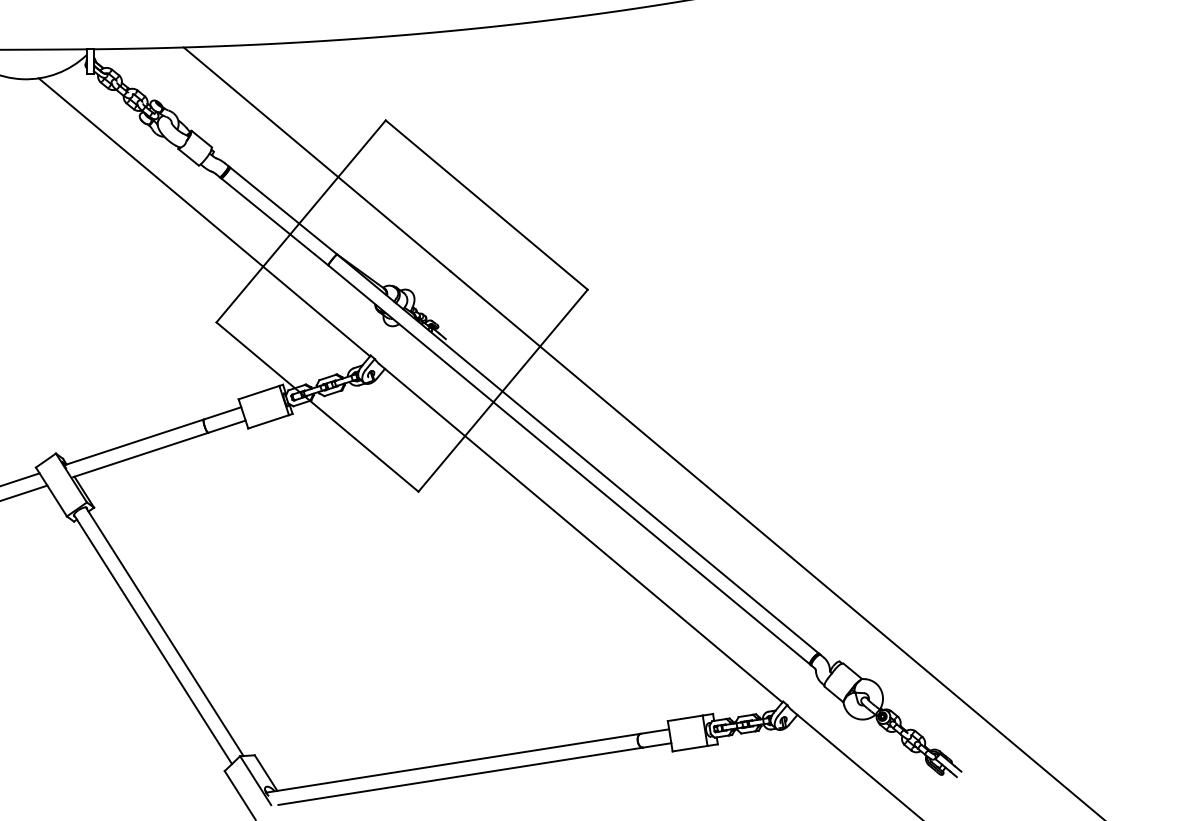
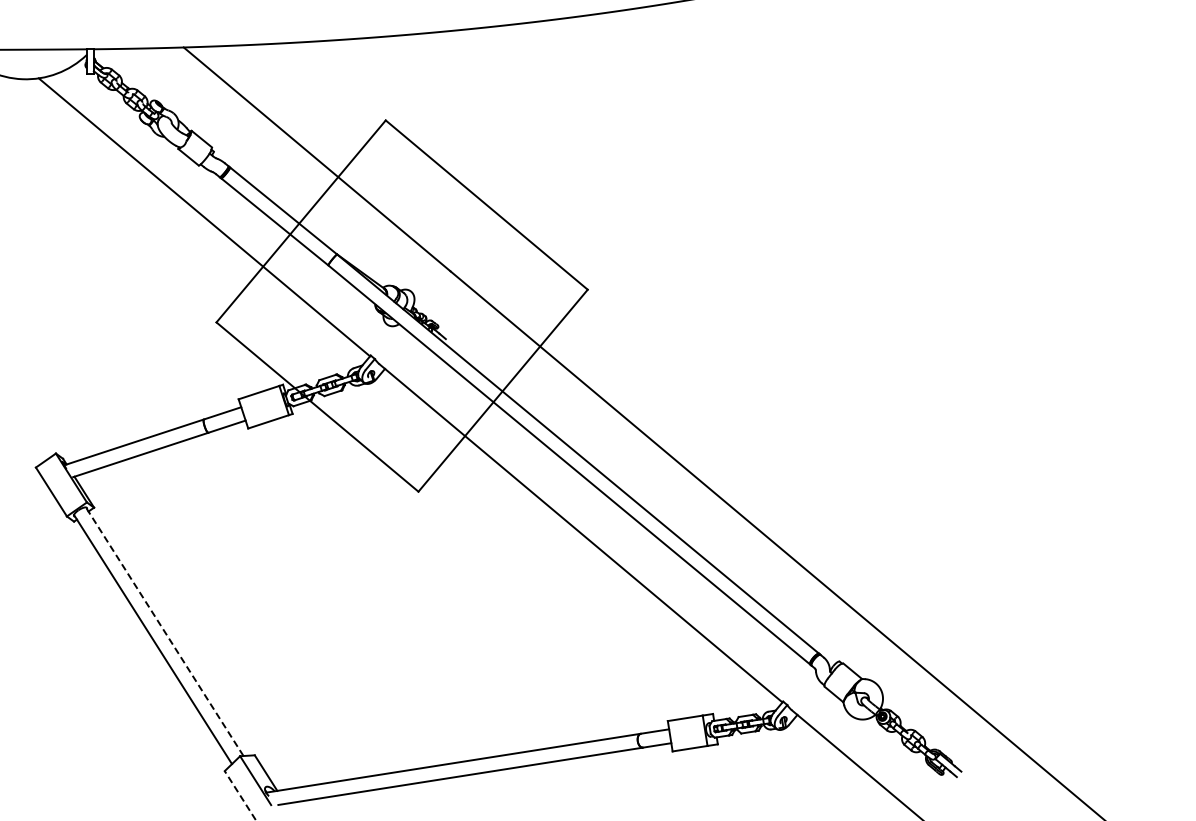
line at (20, 479): present -> none
line at (24, 492): present -> none
line at (164, 631): solid -> dashed
line at (240, 795): solid -> dashed
